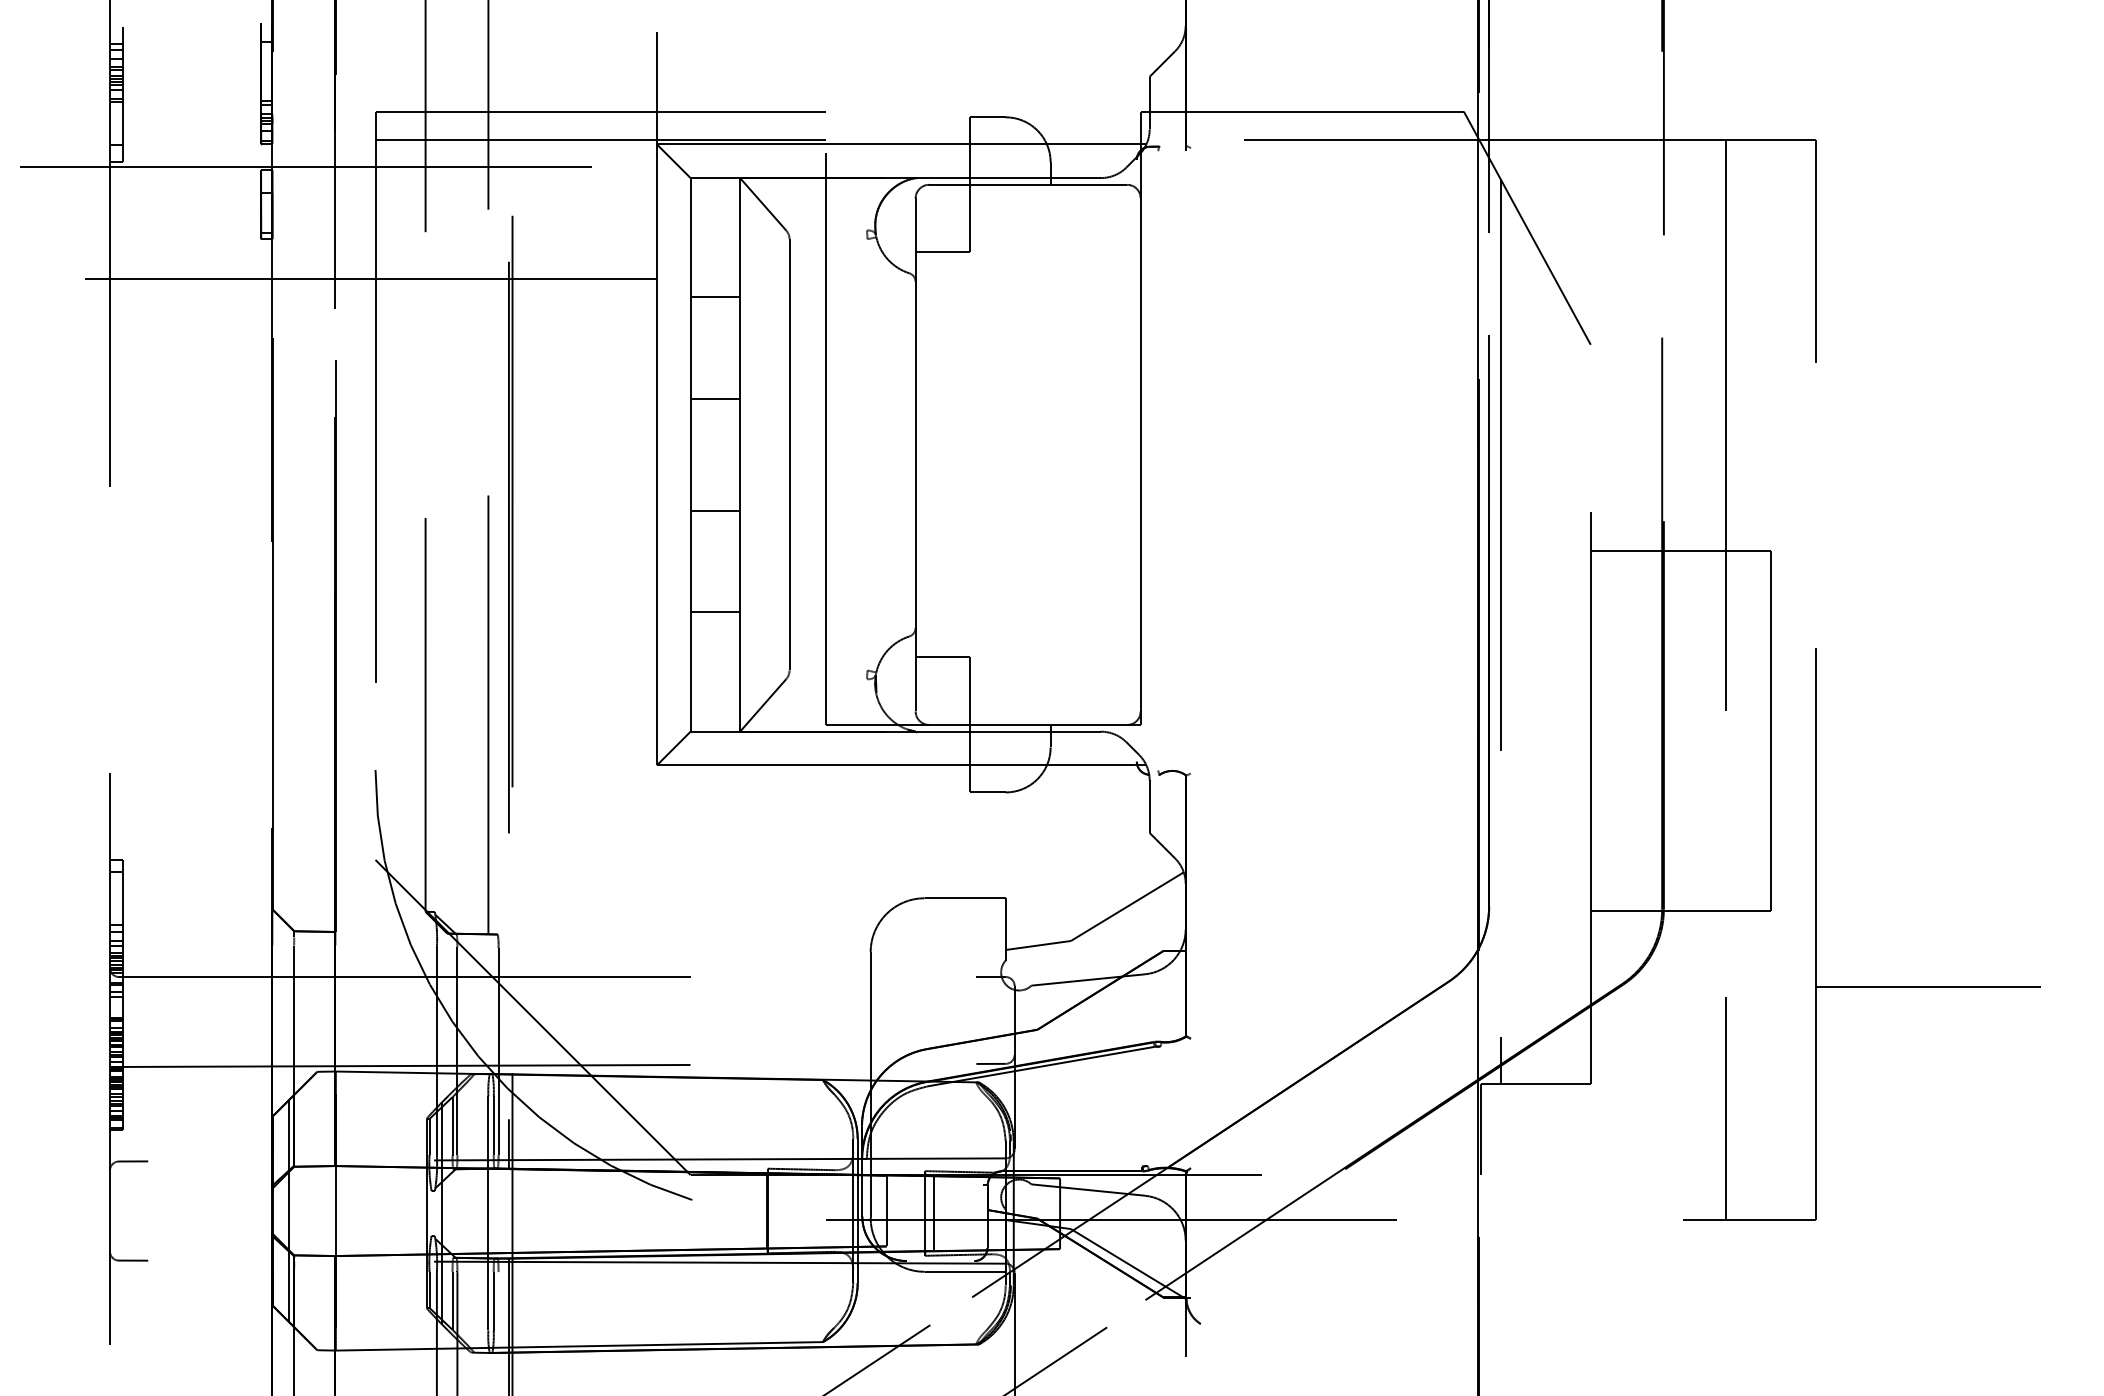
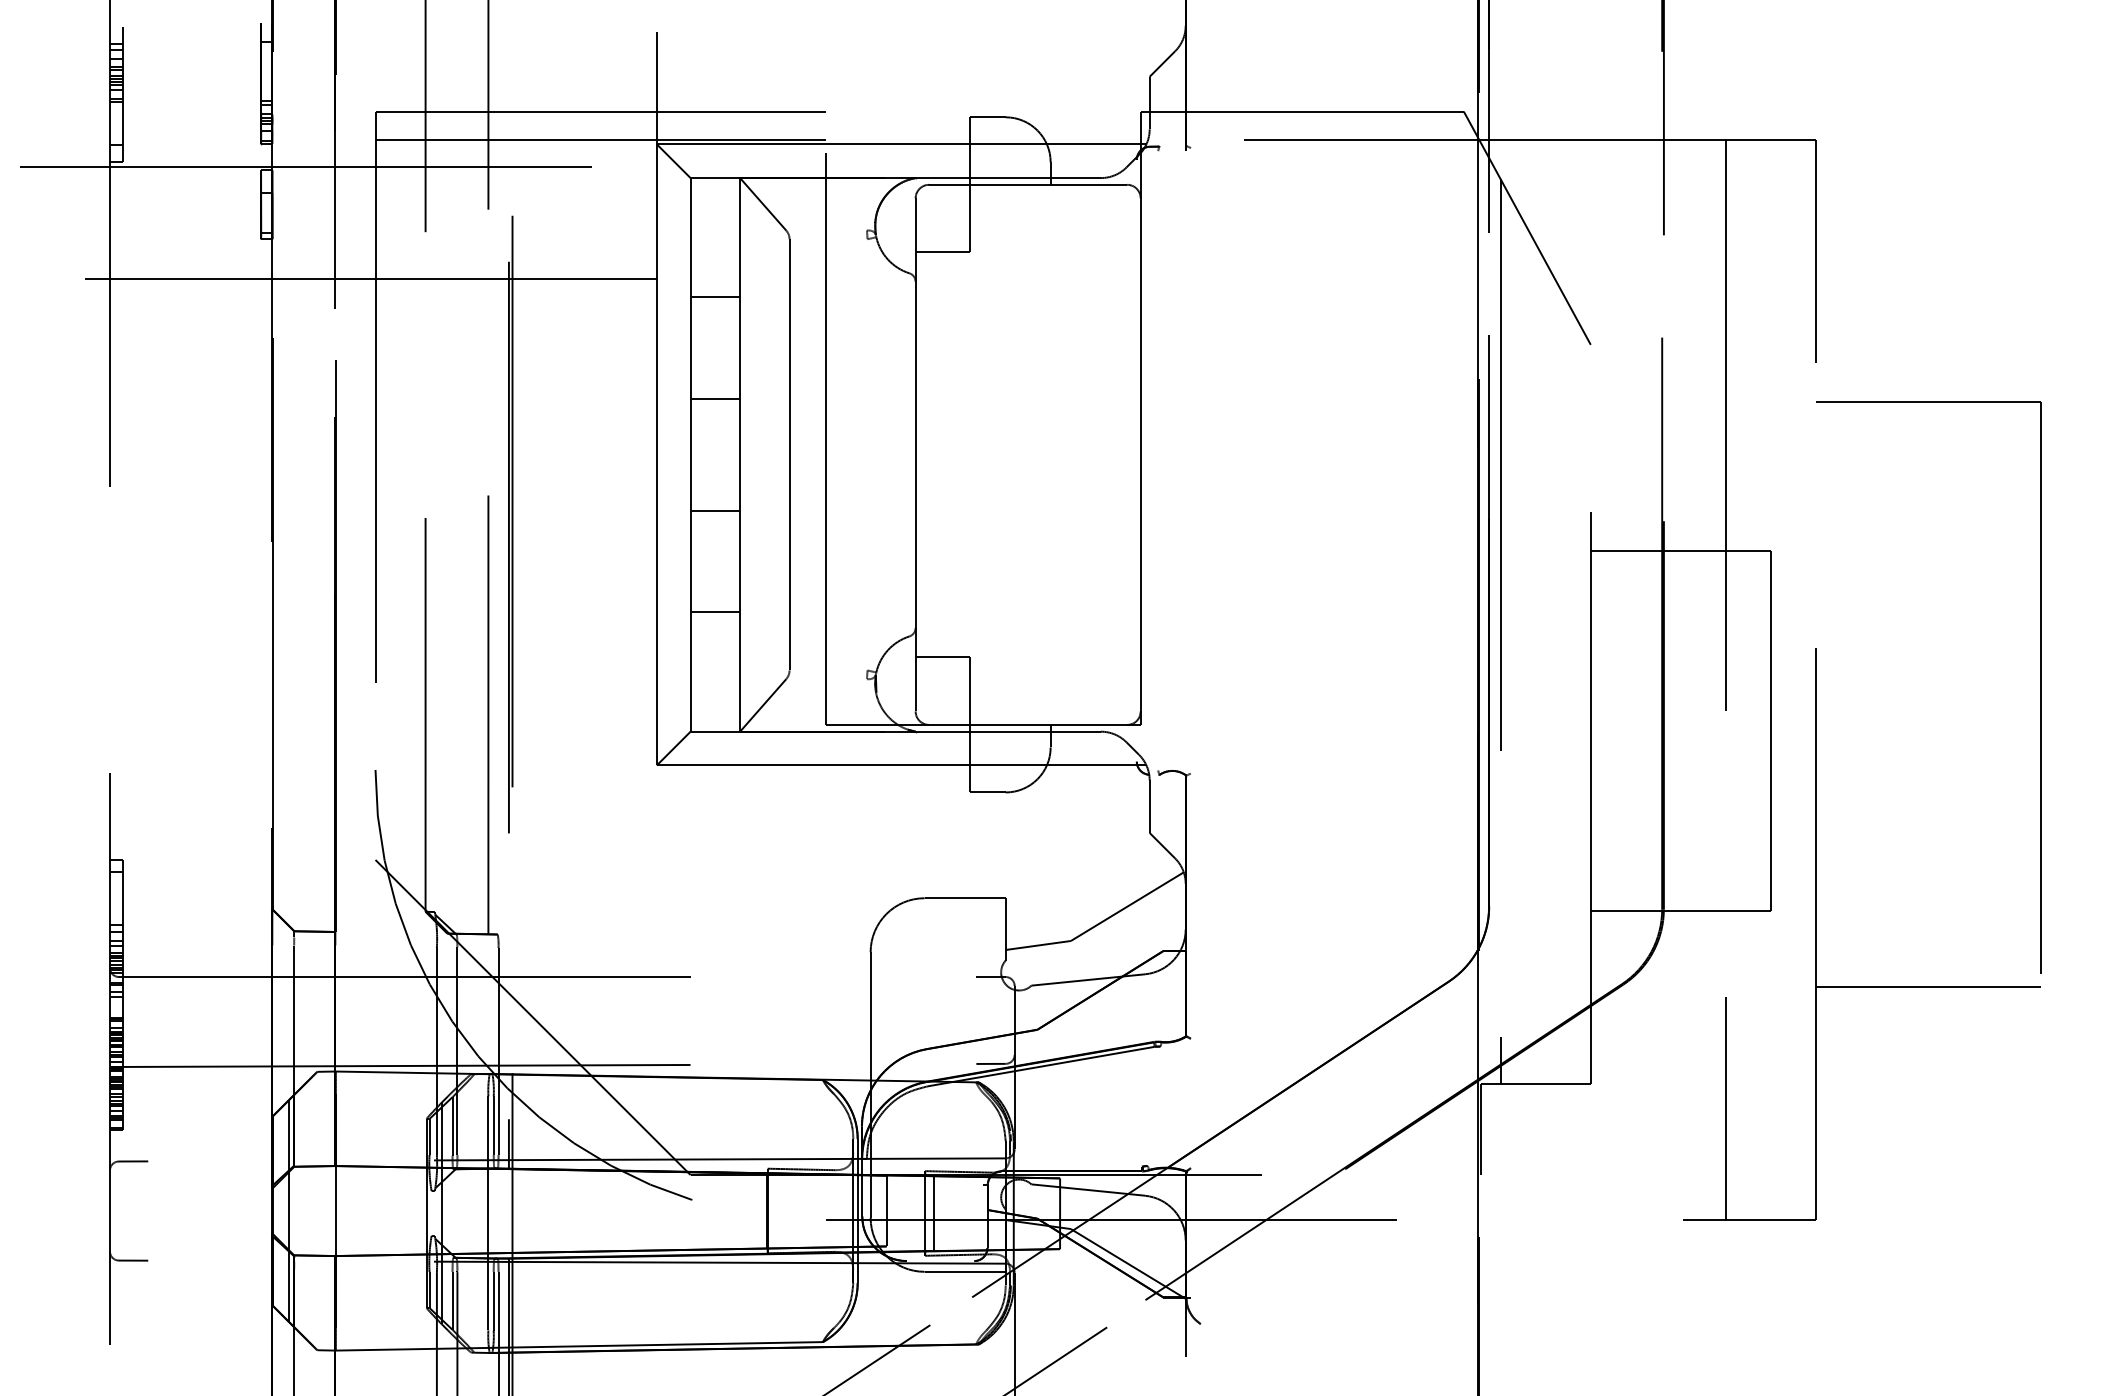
part at (2040, 687): none -> present
line at (498, 1332): none -> present
